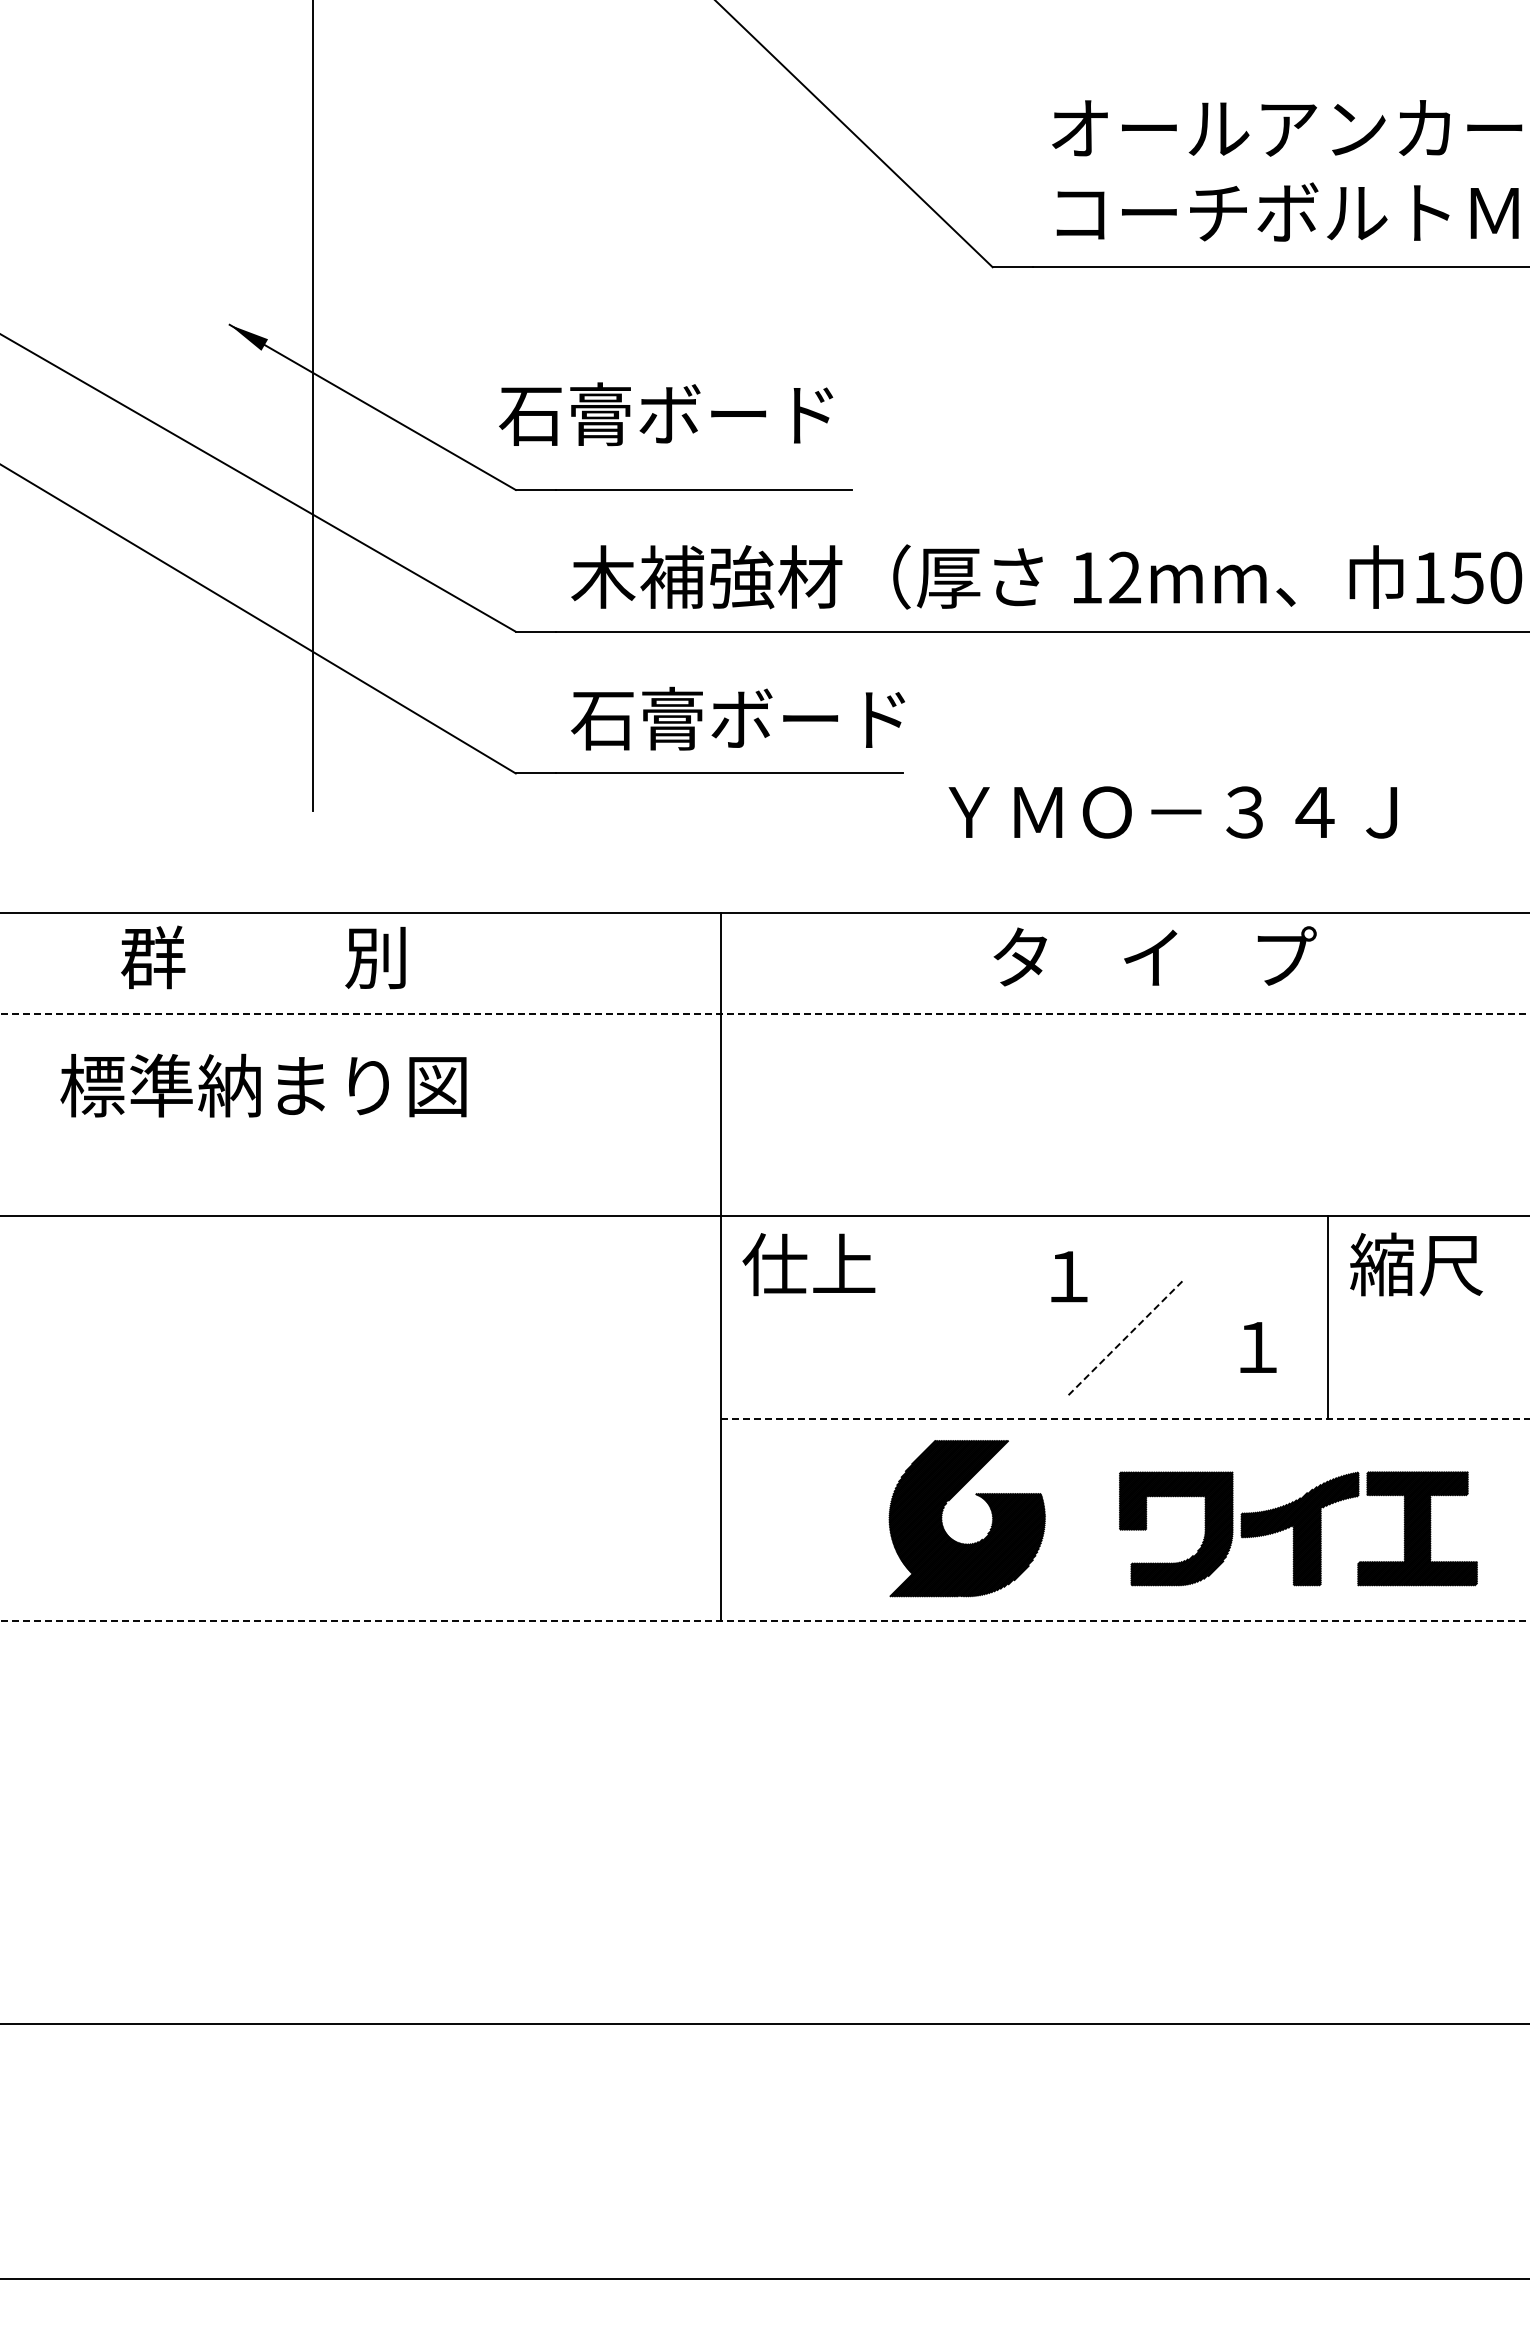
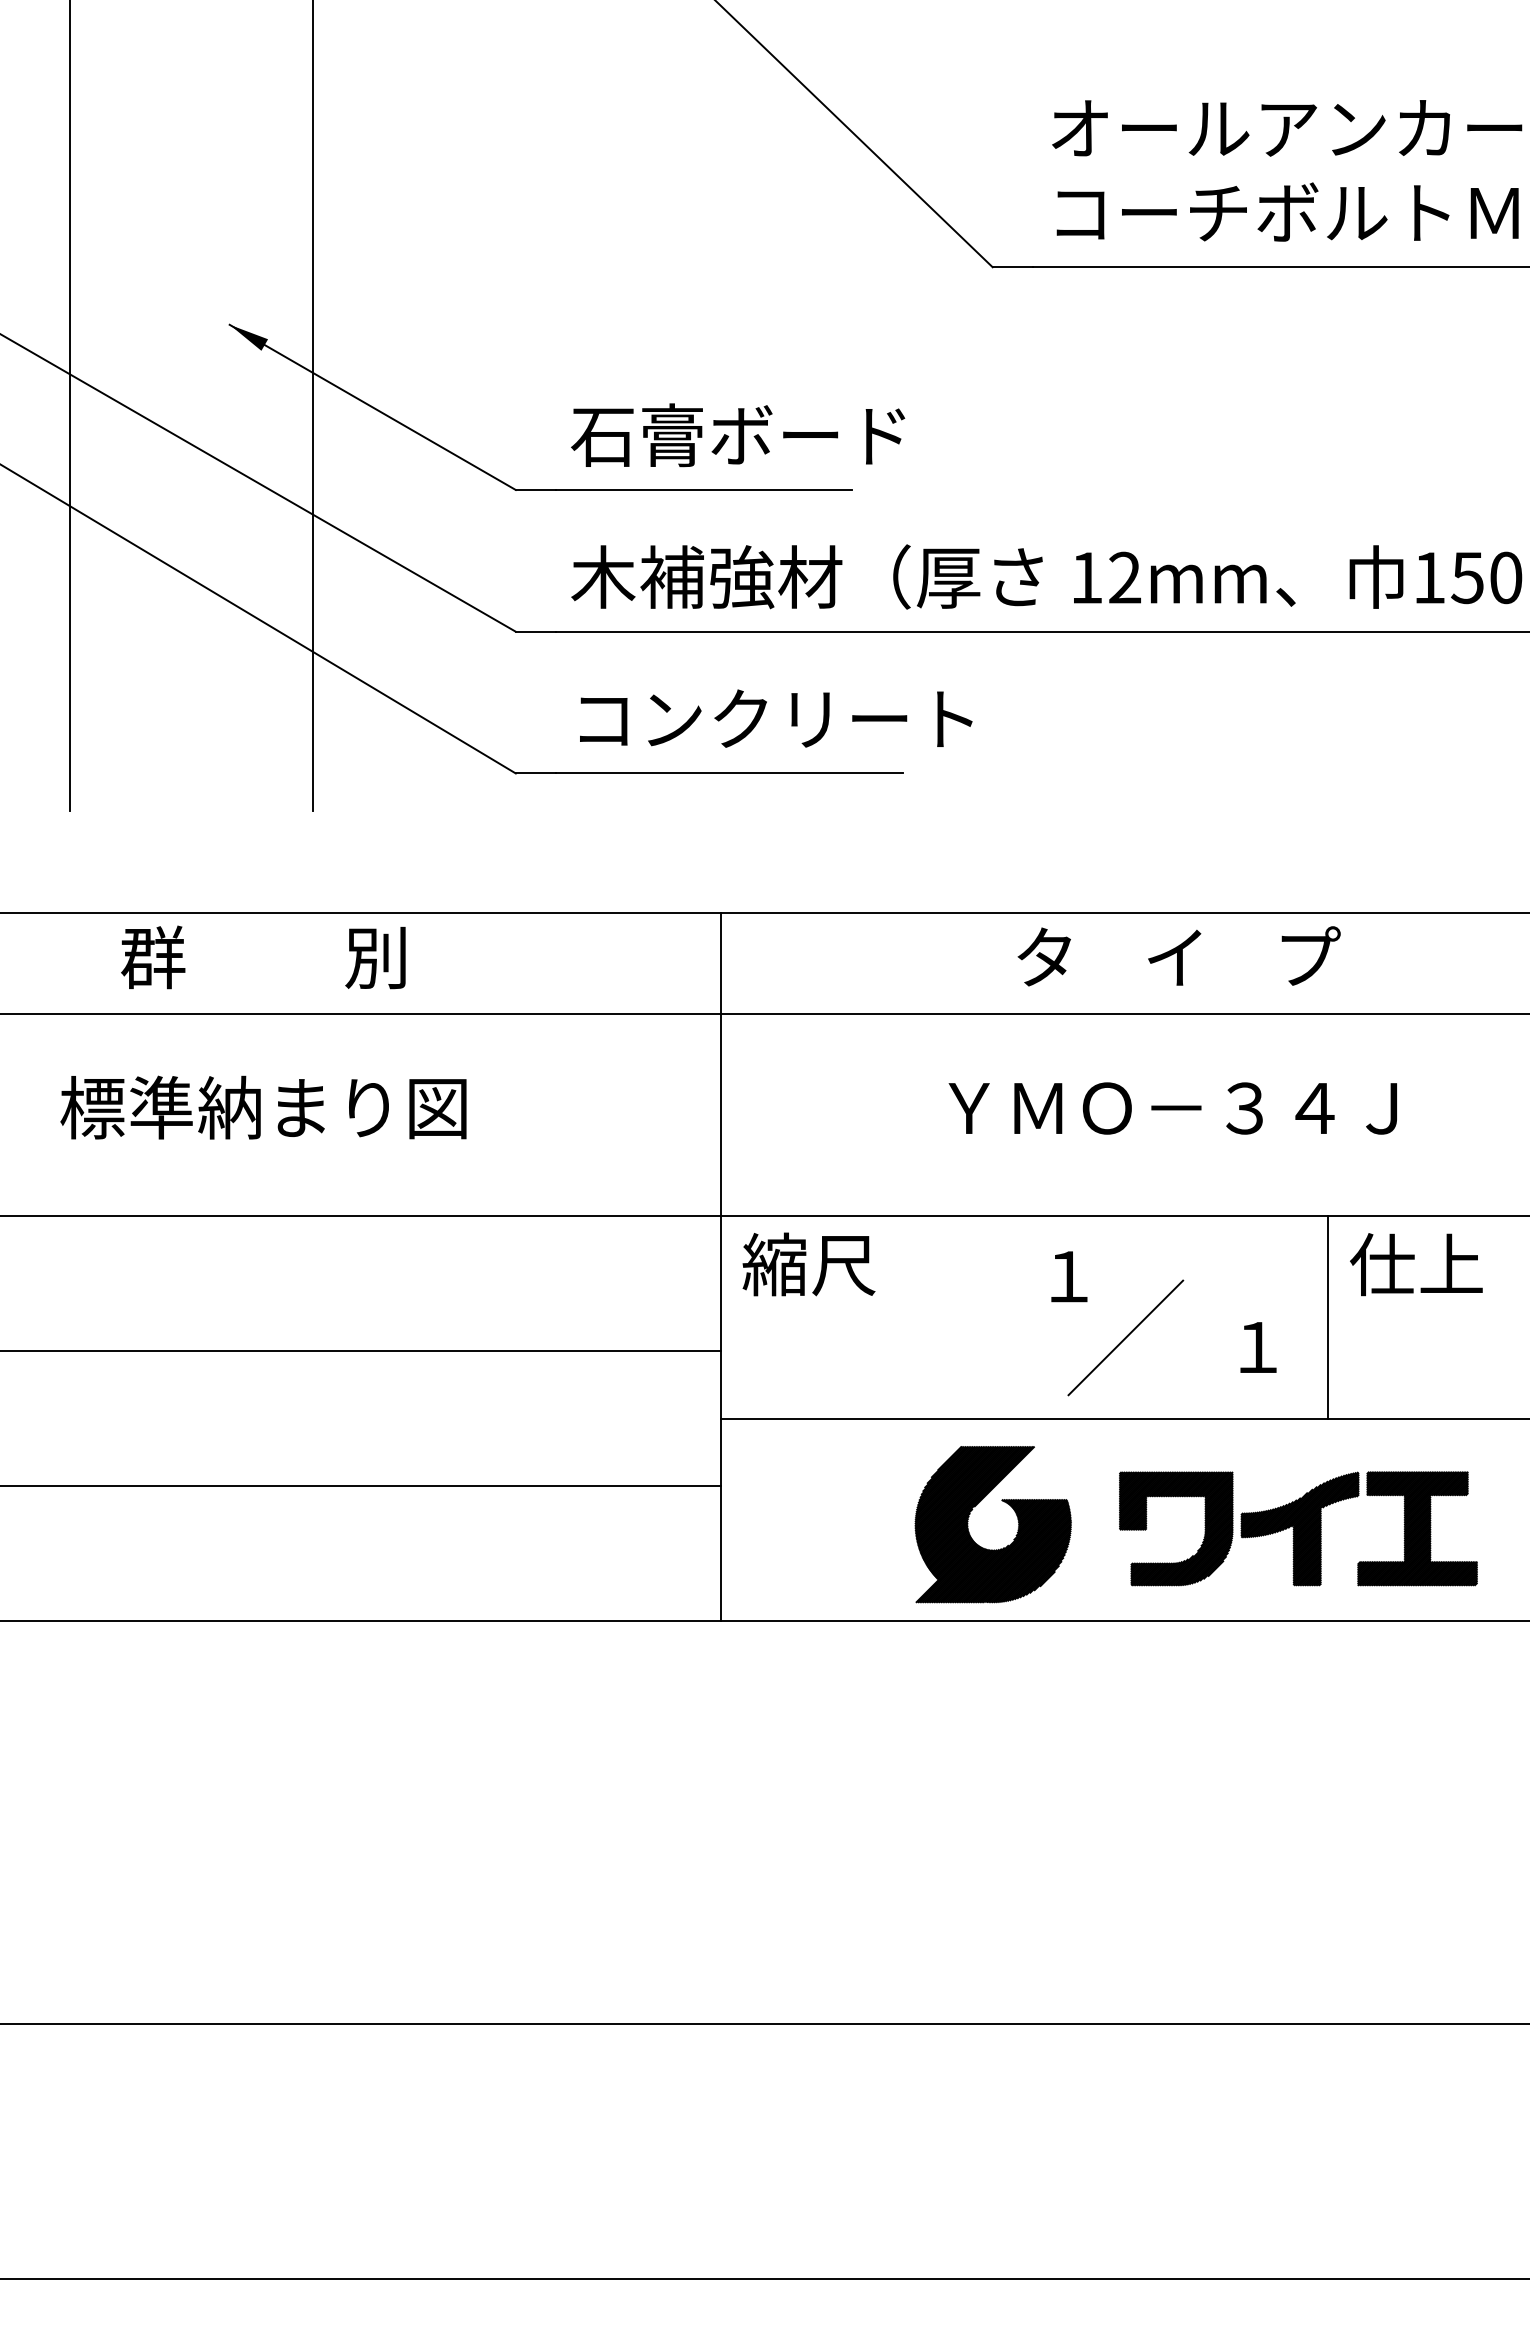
line at (70, 406): none -> present
text at (666, 414) position: (666, 414) -> (738, 435)
text at (771, 718): 石膏ボード -> コンクリート
text at (1172, 812) position: (1172, 812) -> (1172, 1108)
text at (1154, 956) position: (1154, 956) -> (1178, 956)
line at (765, 1013): dashed -> solid
text at (263, 1085) position: (263, 1085) -> (263, 1107)
text at (808, 1264): 仕上 -> 縮尺
text at (1416, 1264): 縮尺 -> 仕上
line at (1125, 1337): dashed -> solid
line at (361, 1351): none -> present
line at (1125, 1418): dashed -> solid
line at (361, 1486): none -> present
part at (942, 1518) position: (942, 1518) -> (968, 1524)
line at (765, 1621): dashed -> solid
